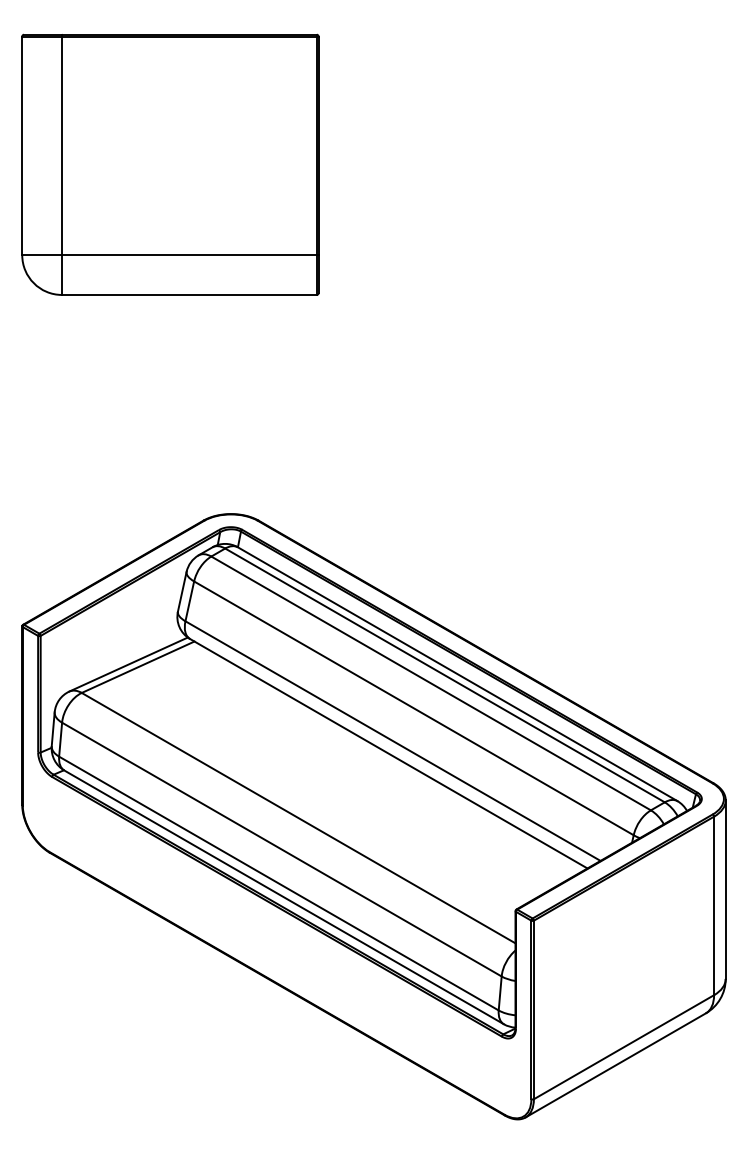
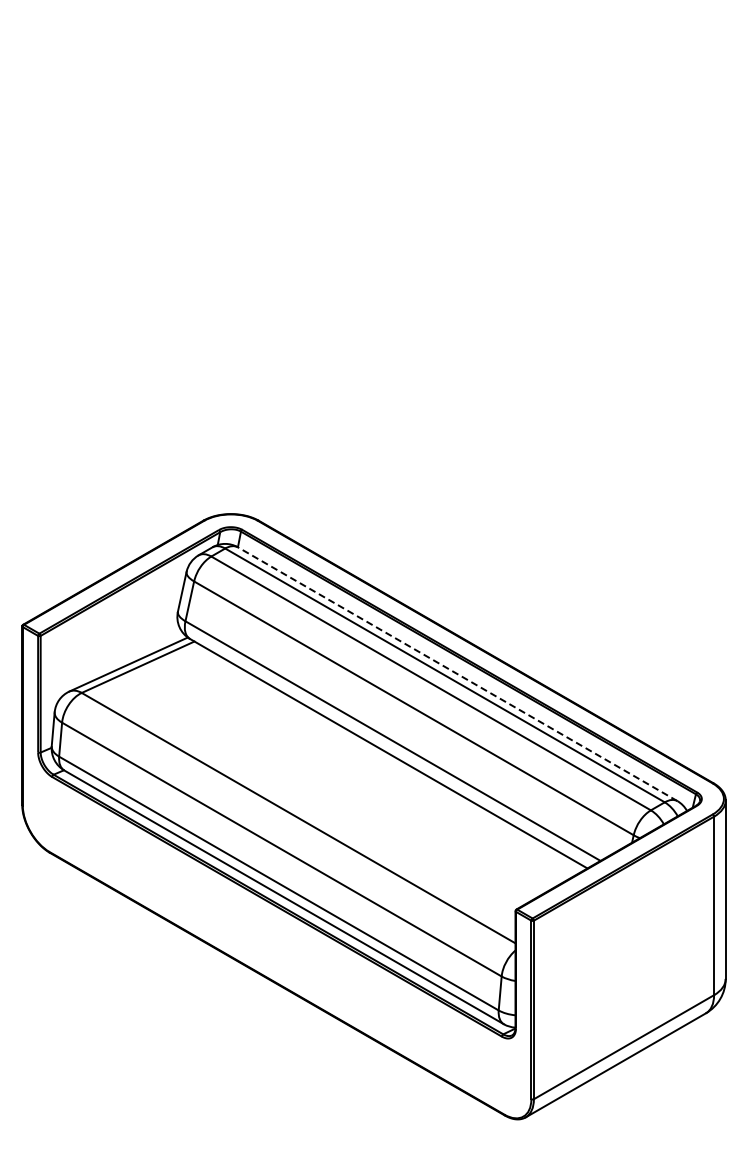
part at (170, 164): present -> none
line at (457, 674): solid -> dashed
